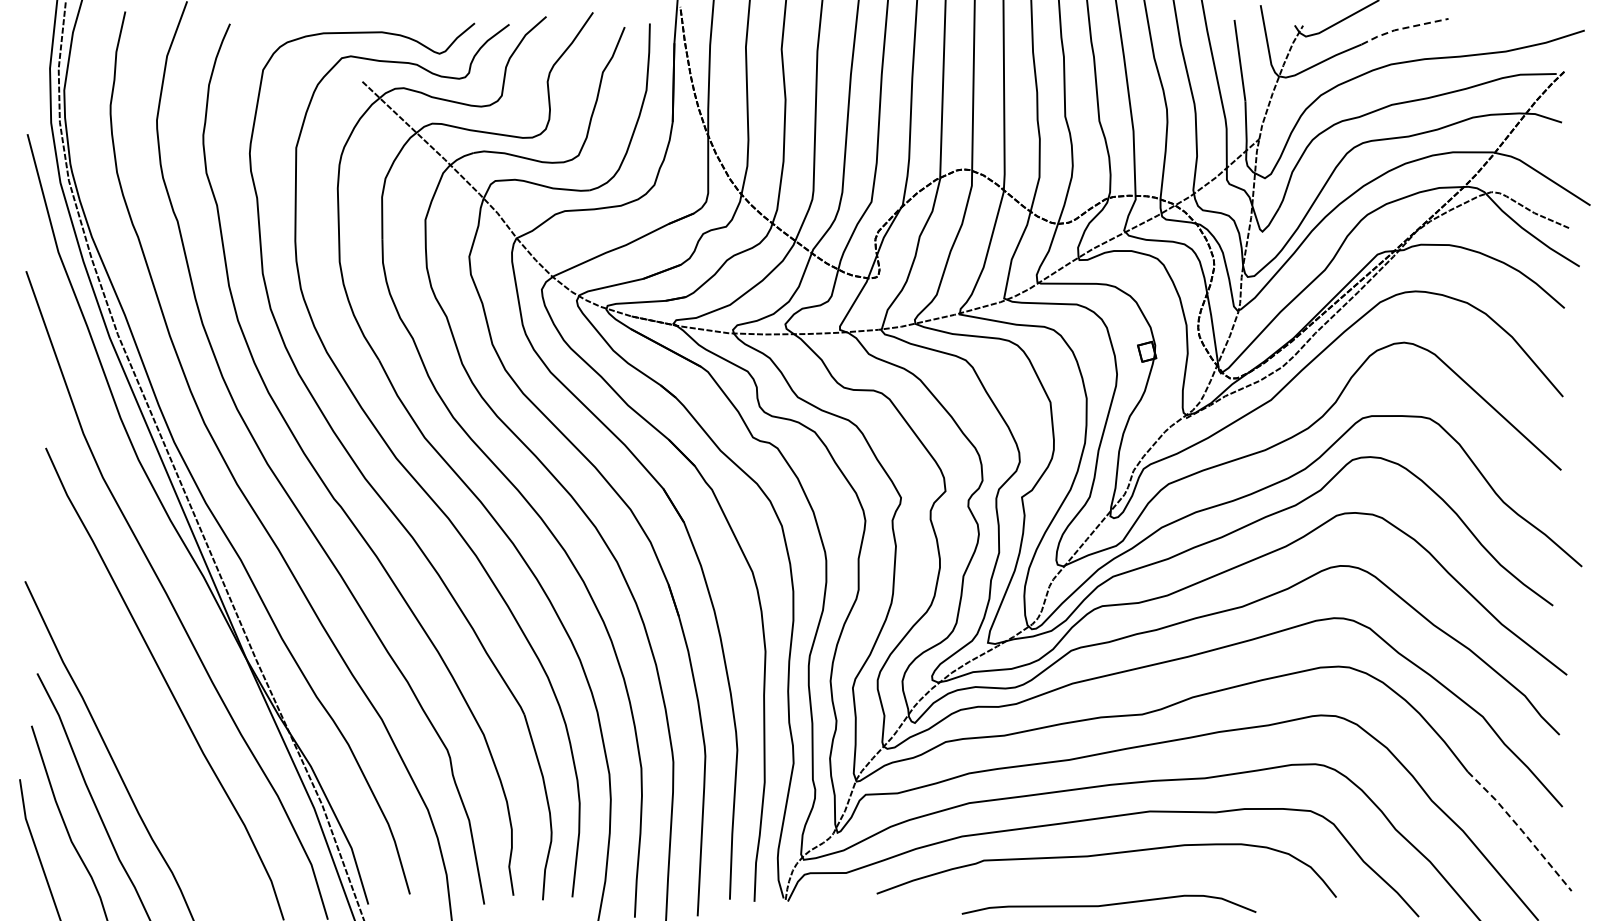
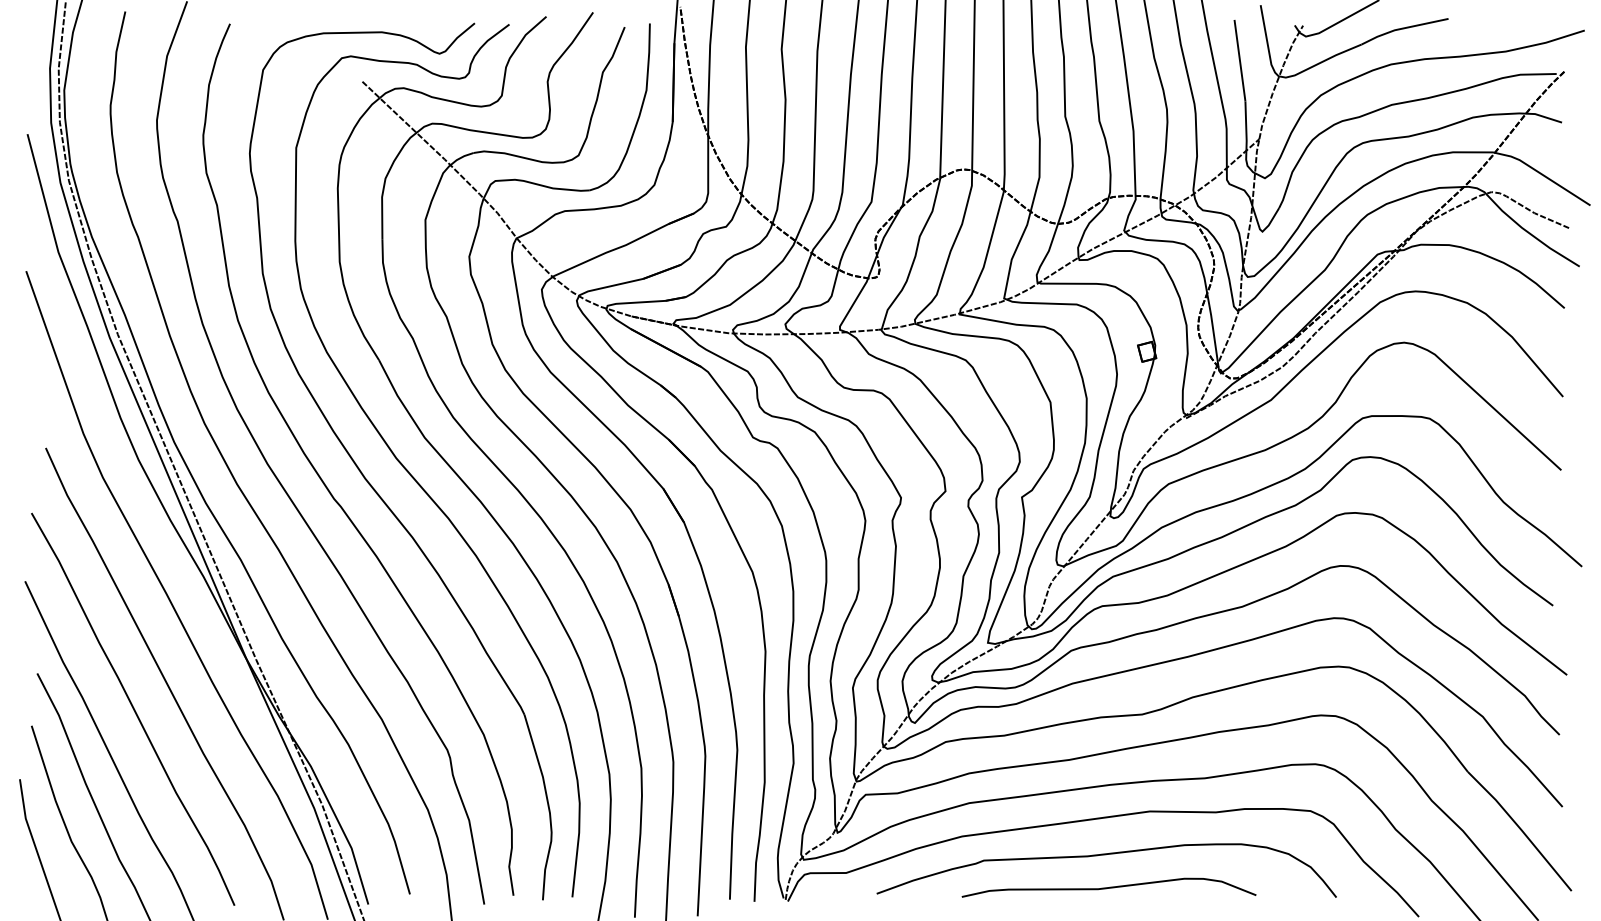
line at (1403, 28): dashed -> solid
curve at (133, 708): none -> present
line at (1521, 829): dashed -> solid
curve at (1108, 904) position: (1108, 904) -> (1108, 887)
